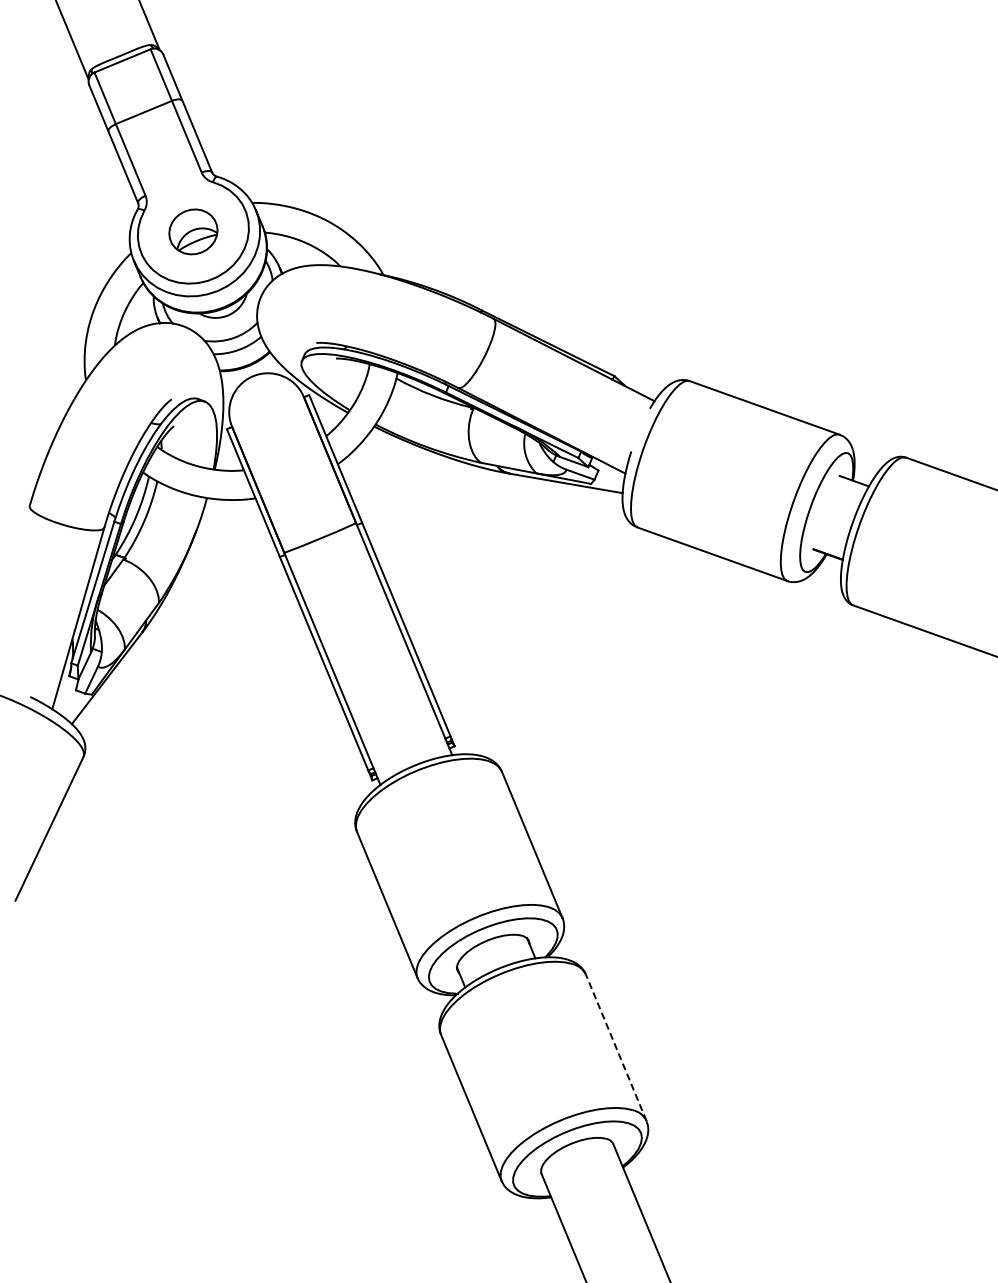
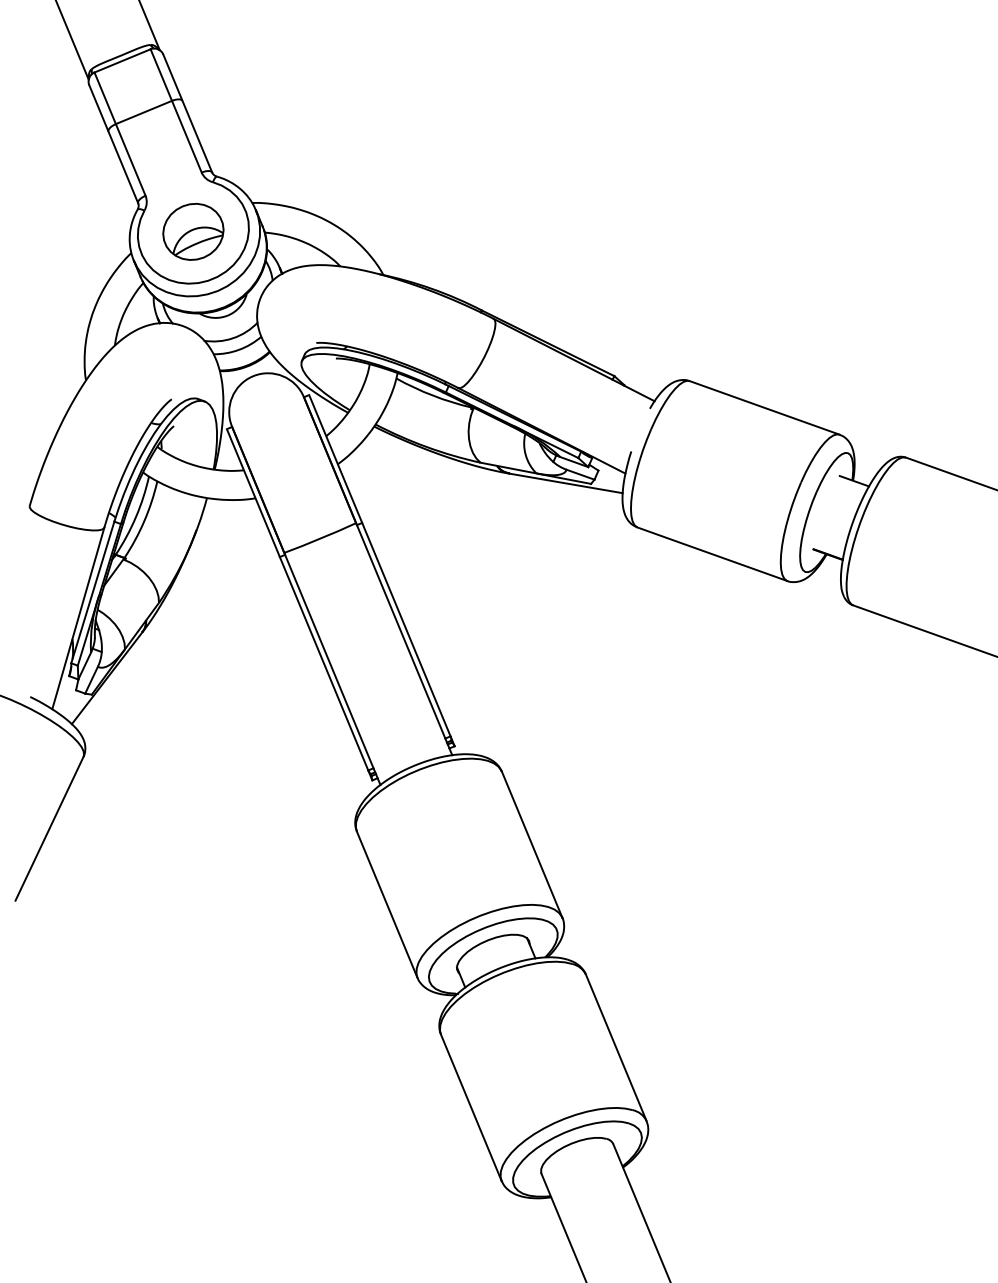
part at (193, 231) size: 51x48 px -> 63x58 px
line at (616, 1047): dashed -> solid
